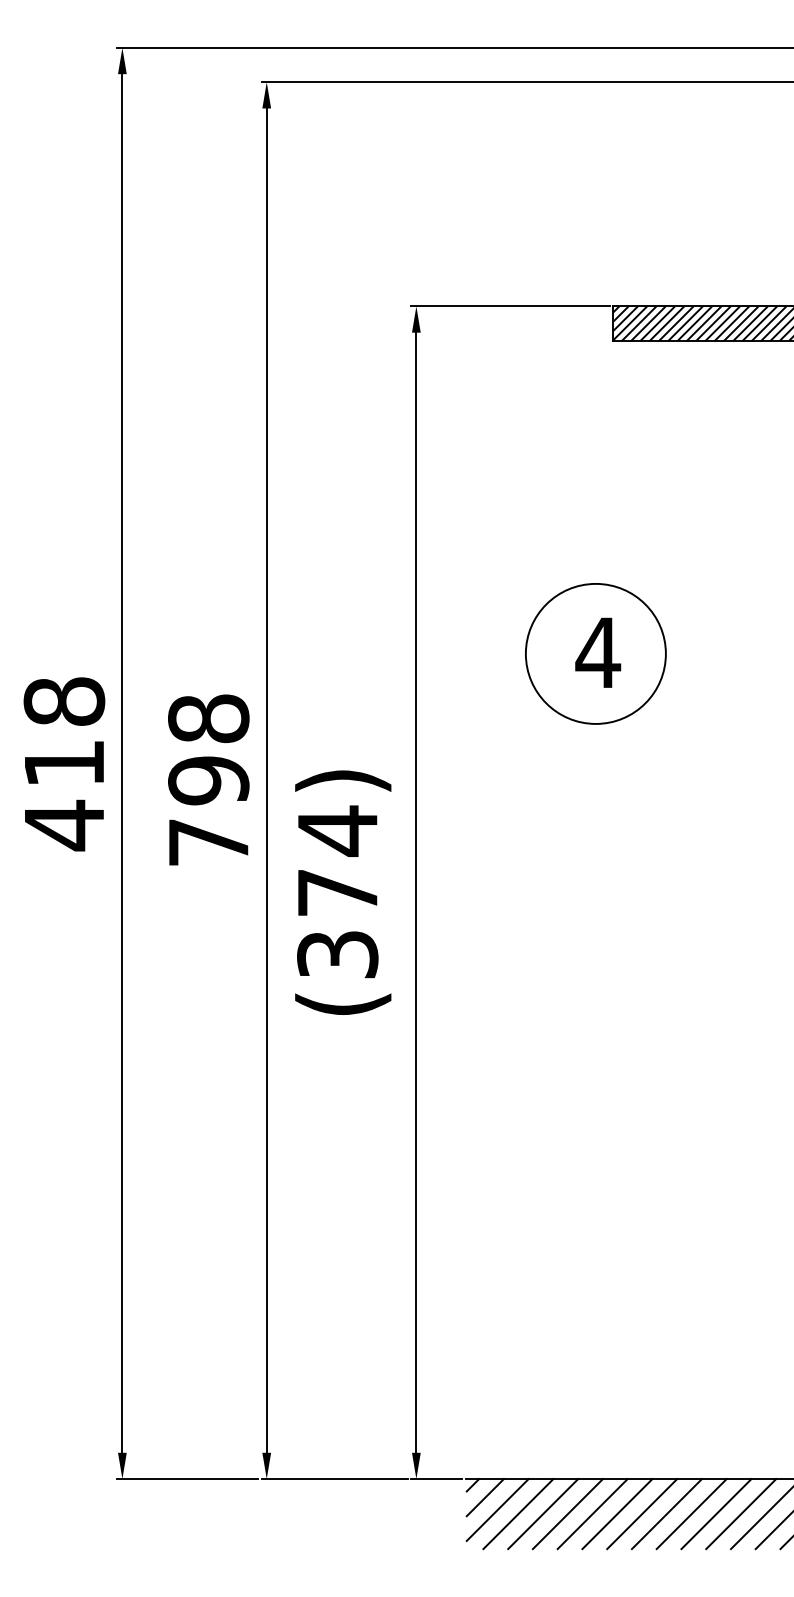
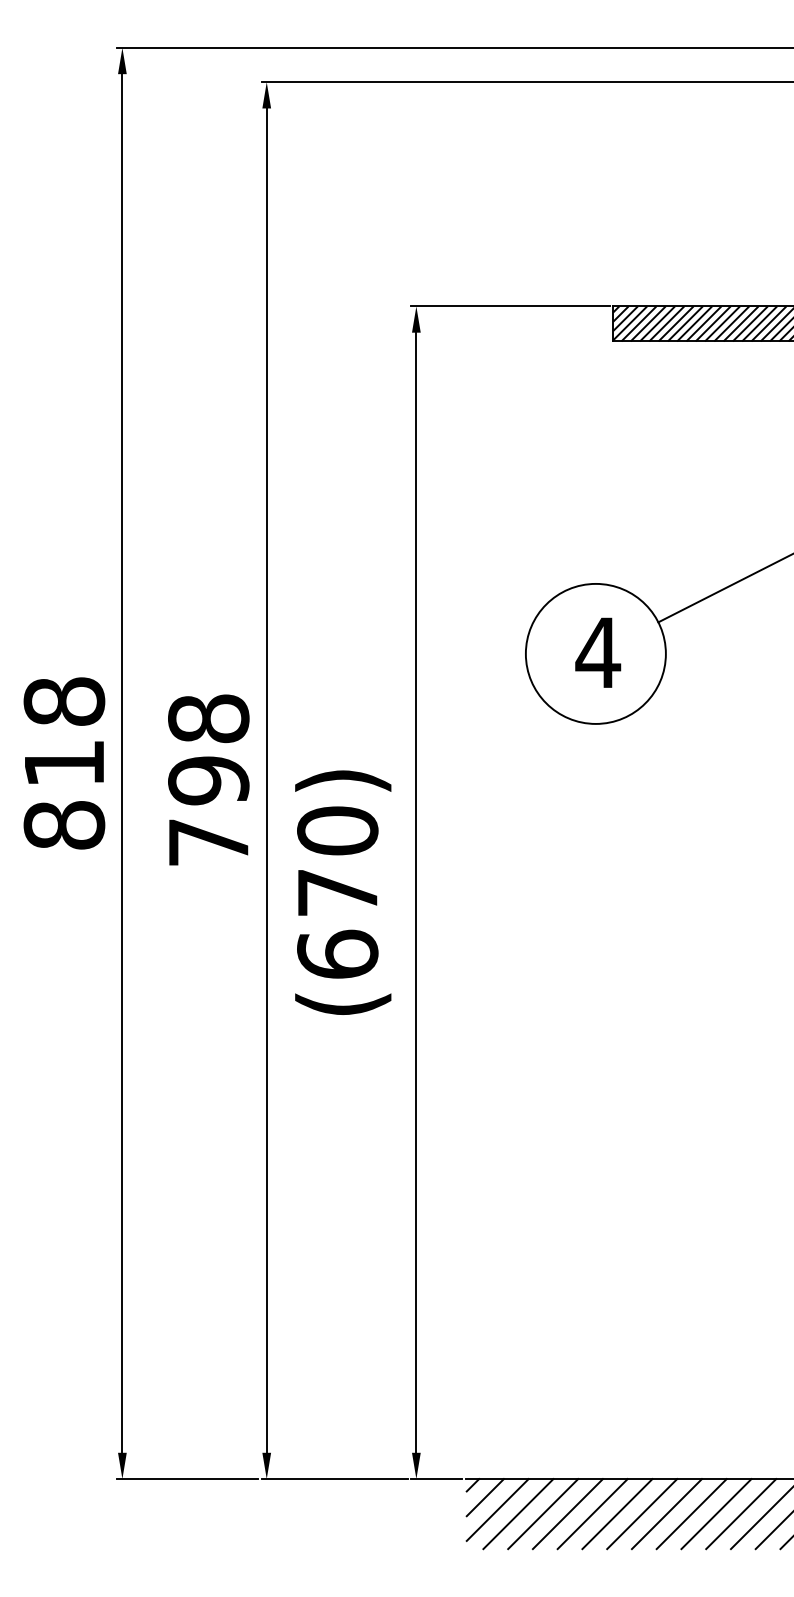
line at (724, 588): none -> present
text at (64, 825): 418 -> 818
text at (337, 891): (374) -> (670)
